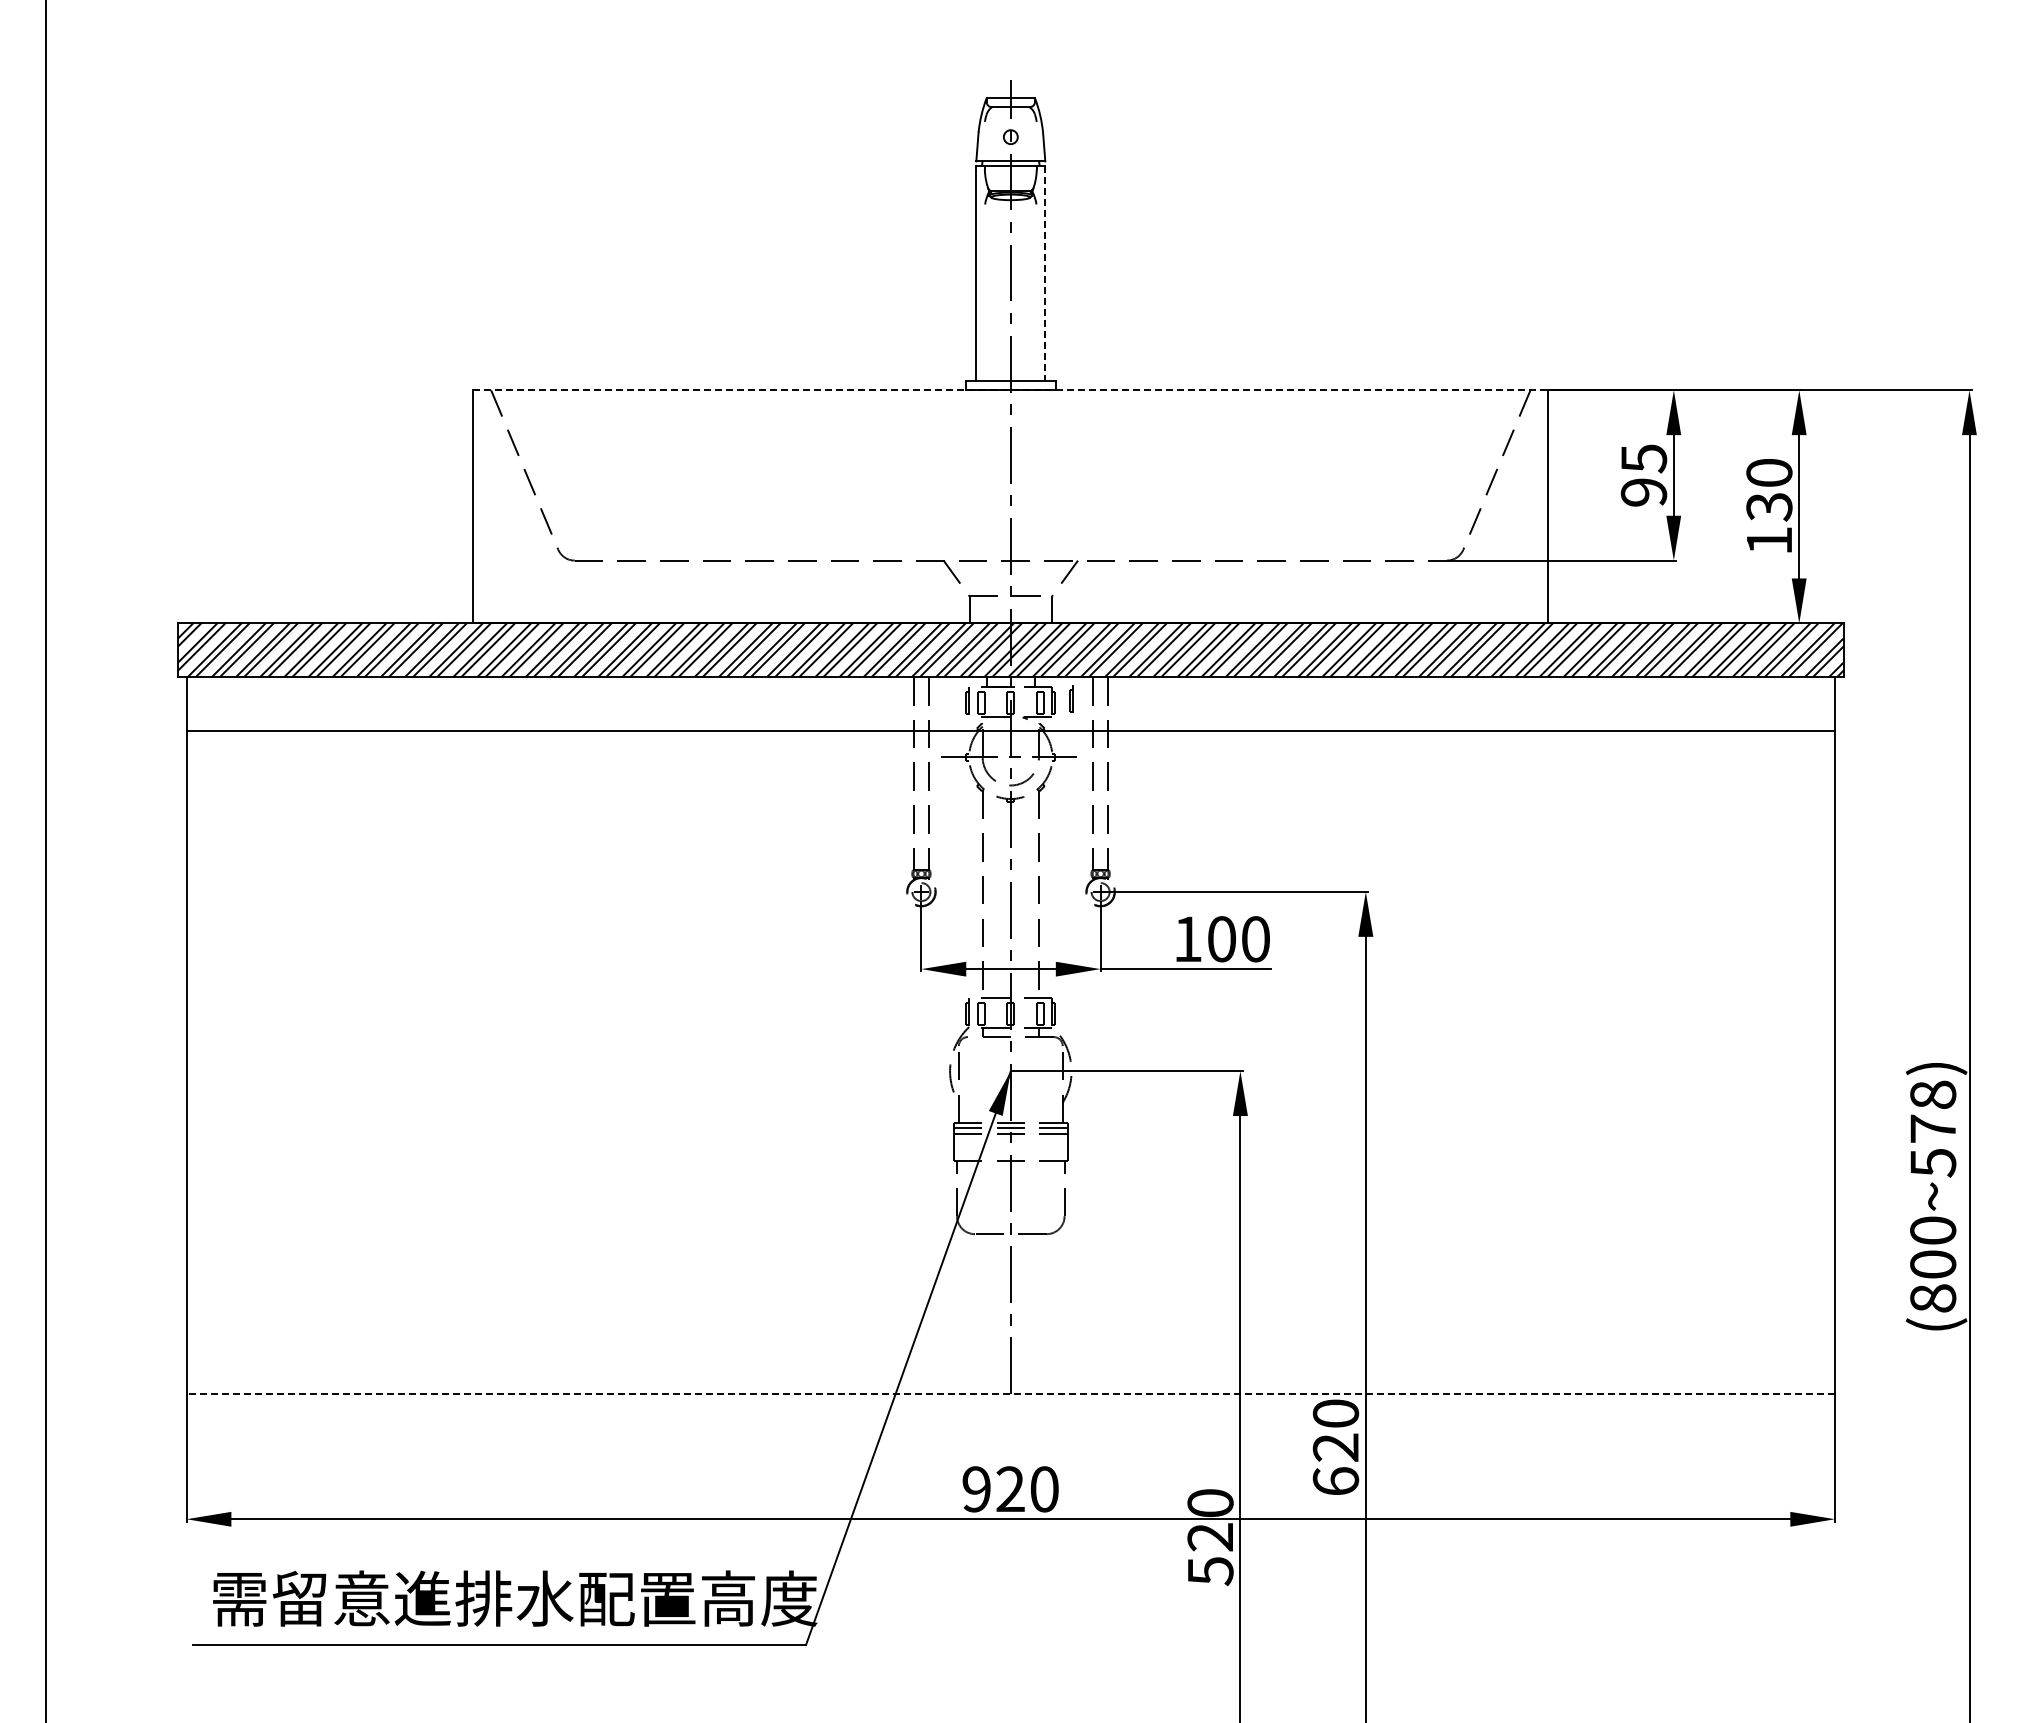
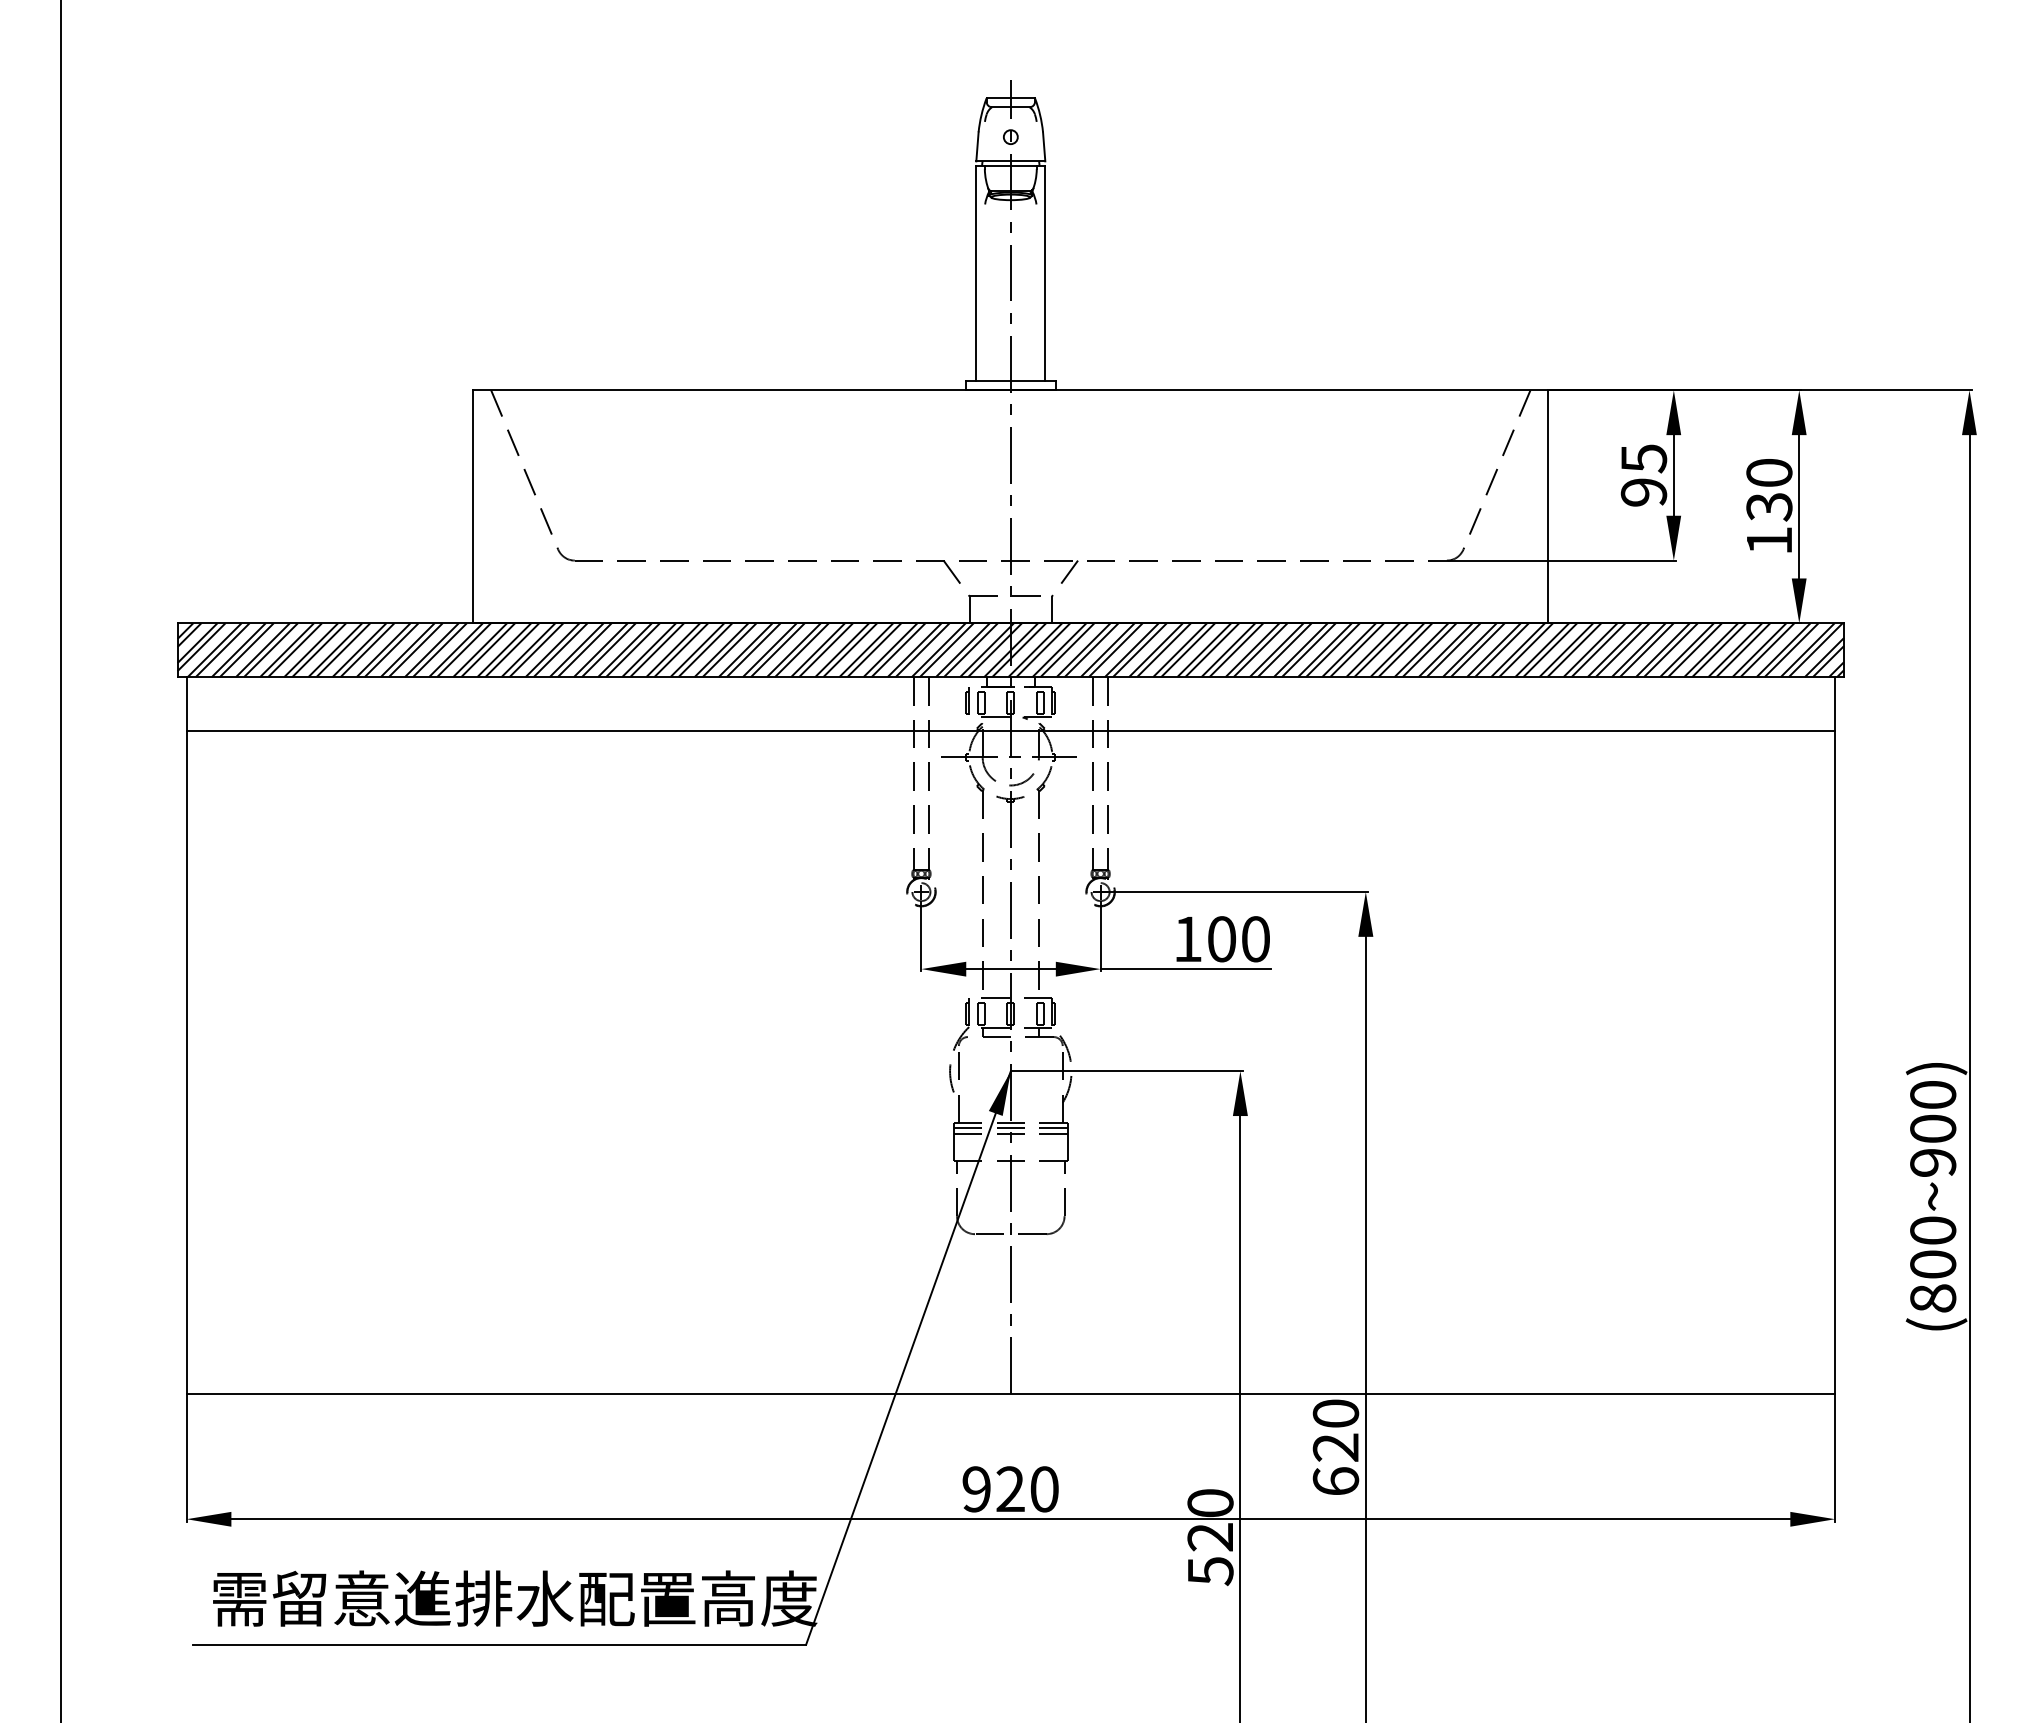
line at (1045, 273): dashed -> solid
line at (1010, 390): dashed -> solid
part at (1071, 698): present -> none
line at (46, 860) position: (46, 860) -> (61, 860)
text at (1933, 1128): (800~578) -> (800~900)
line at (1010, 1393): dashed -> solid
